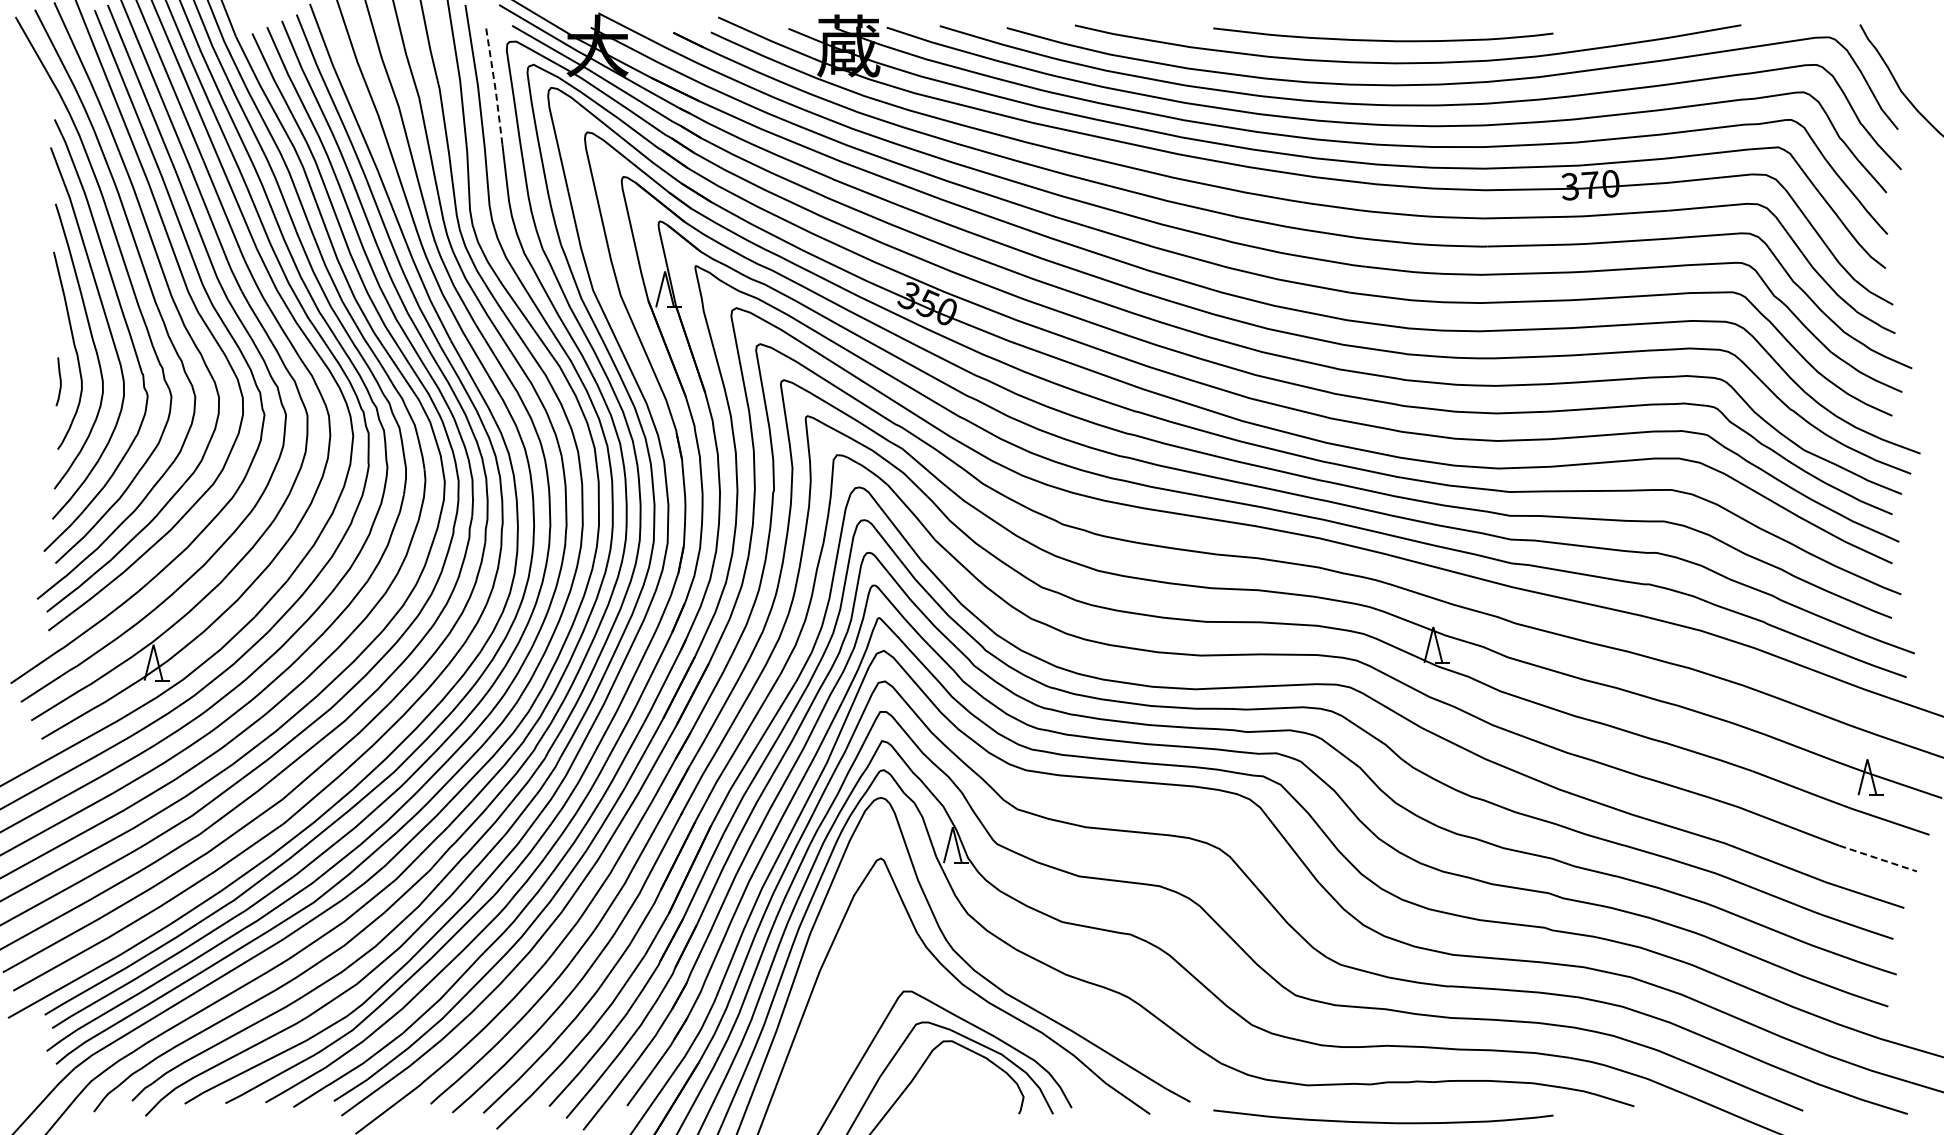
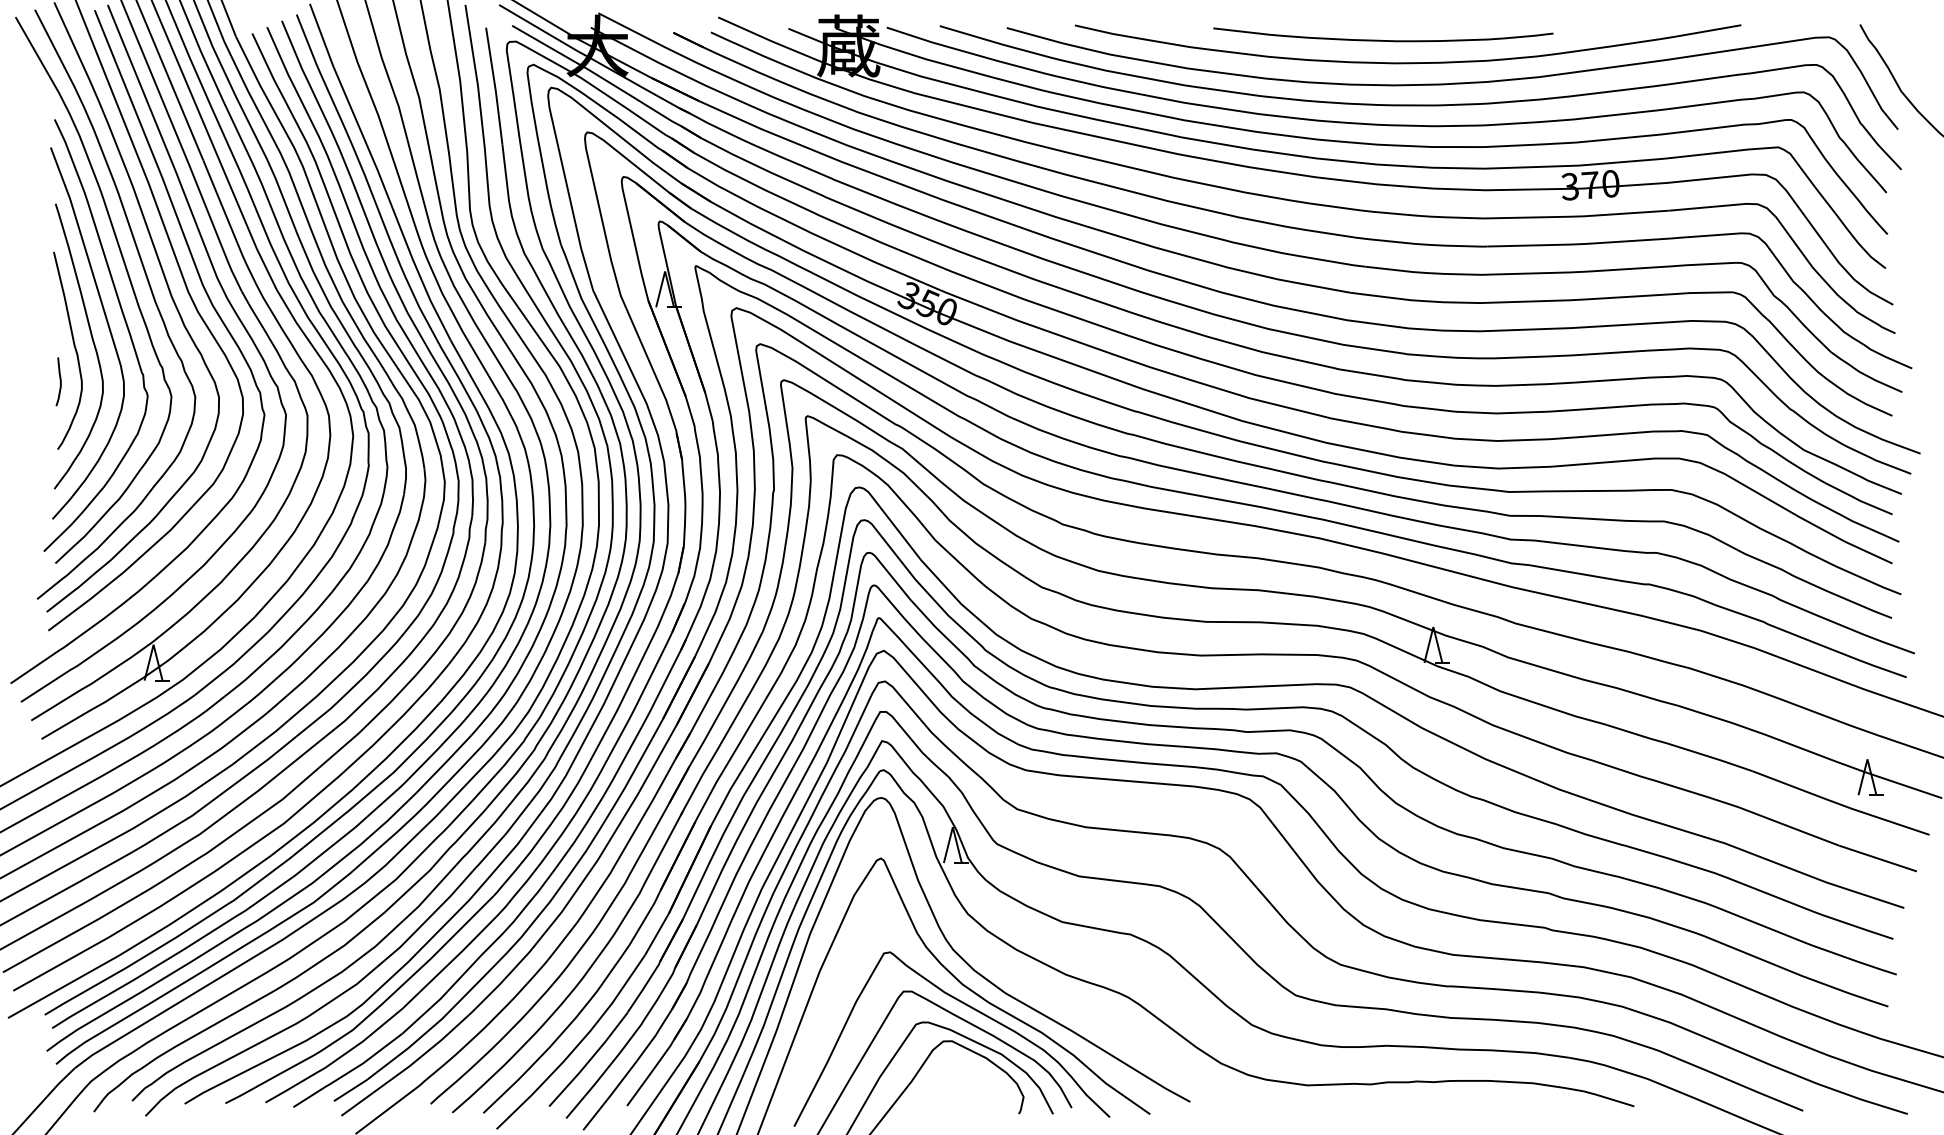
line at (495, 86): dashed -> solid
line at (1878, 858): dashed -> solid
curve at (967, 1006): none -> present
curve at (1381, 1121): present -> none
